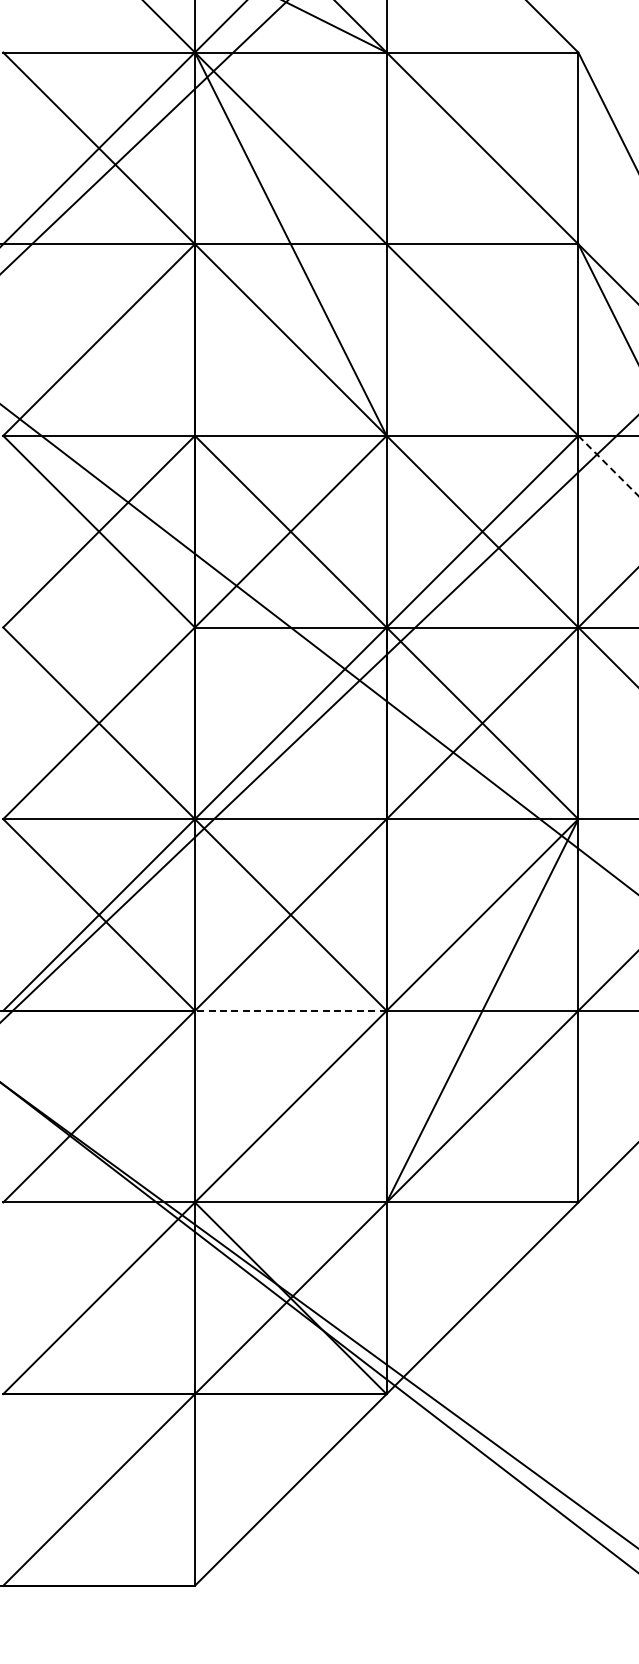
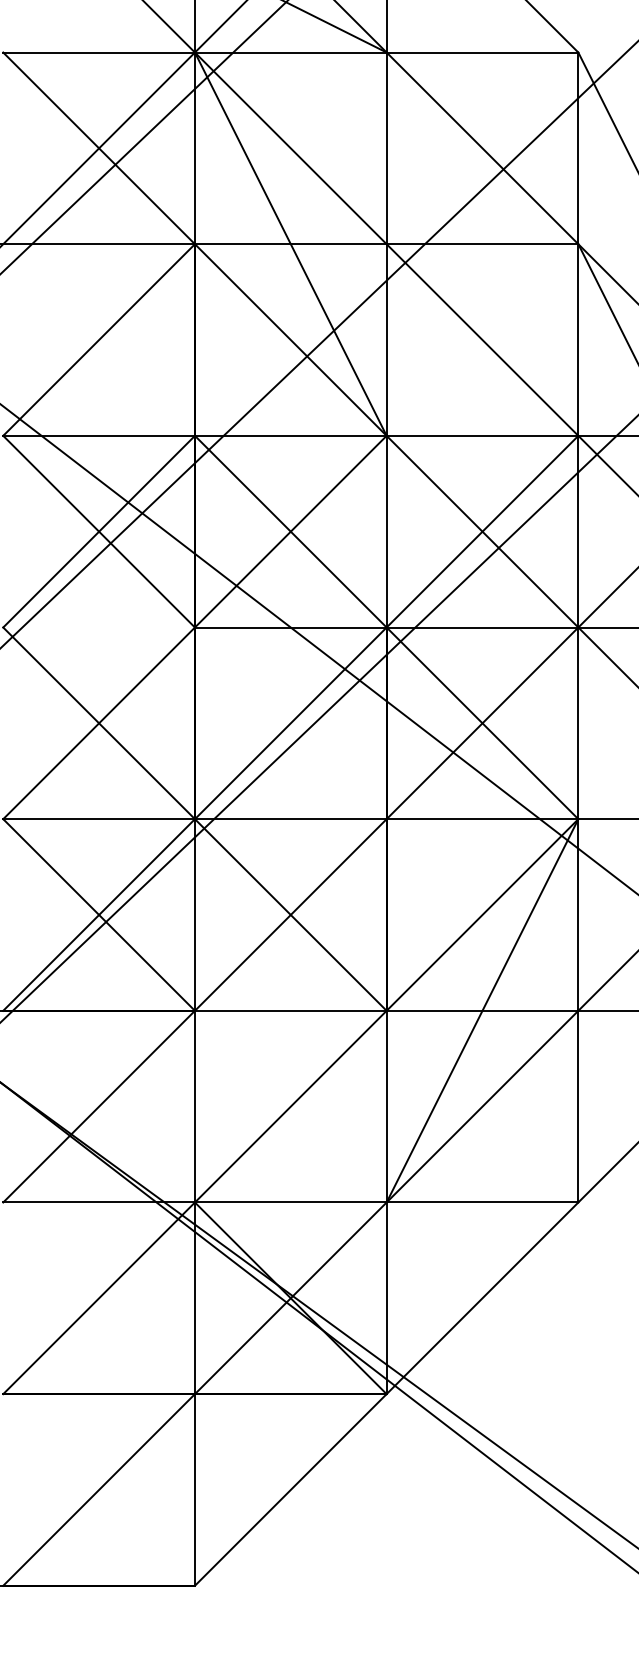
line at (318, 344): none -> present
line at (608, 466): dashed -> solid
line at (290, 1010): dashed -> solid
